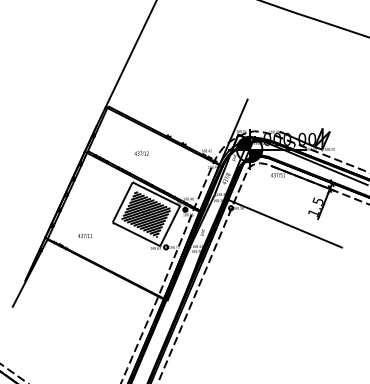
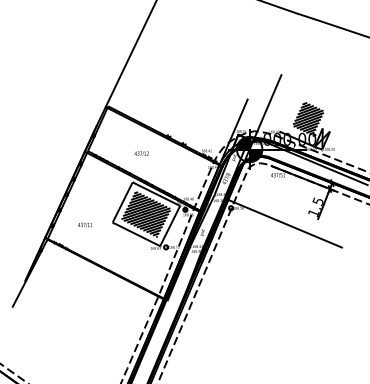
line at (267, 106): none -> present
hatch at (308, 118): none -> present
text at (84, 235) position: (84, 235) -> (84, 224)
